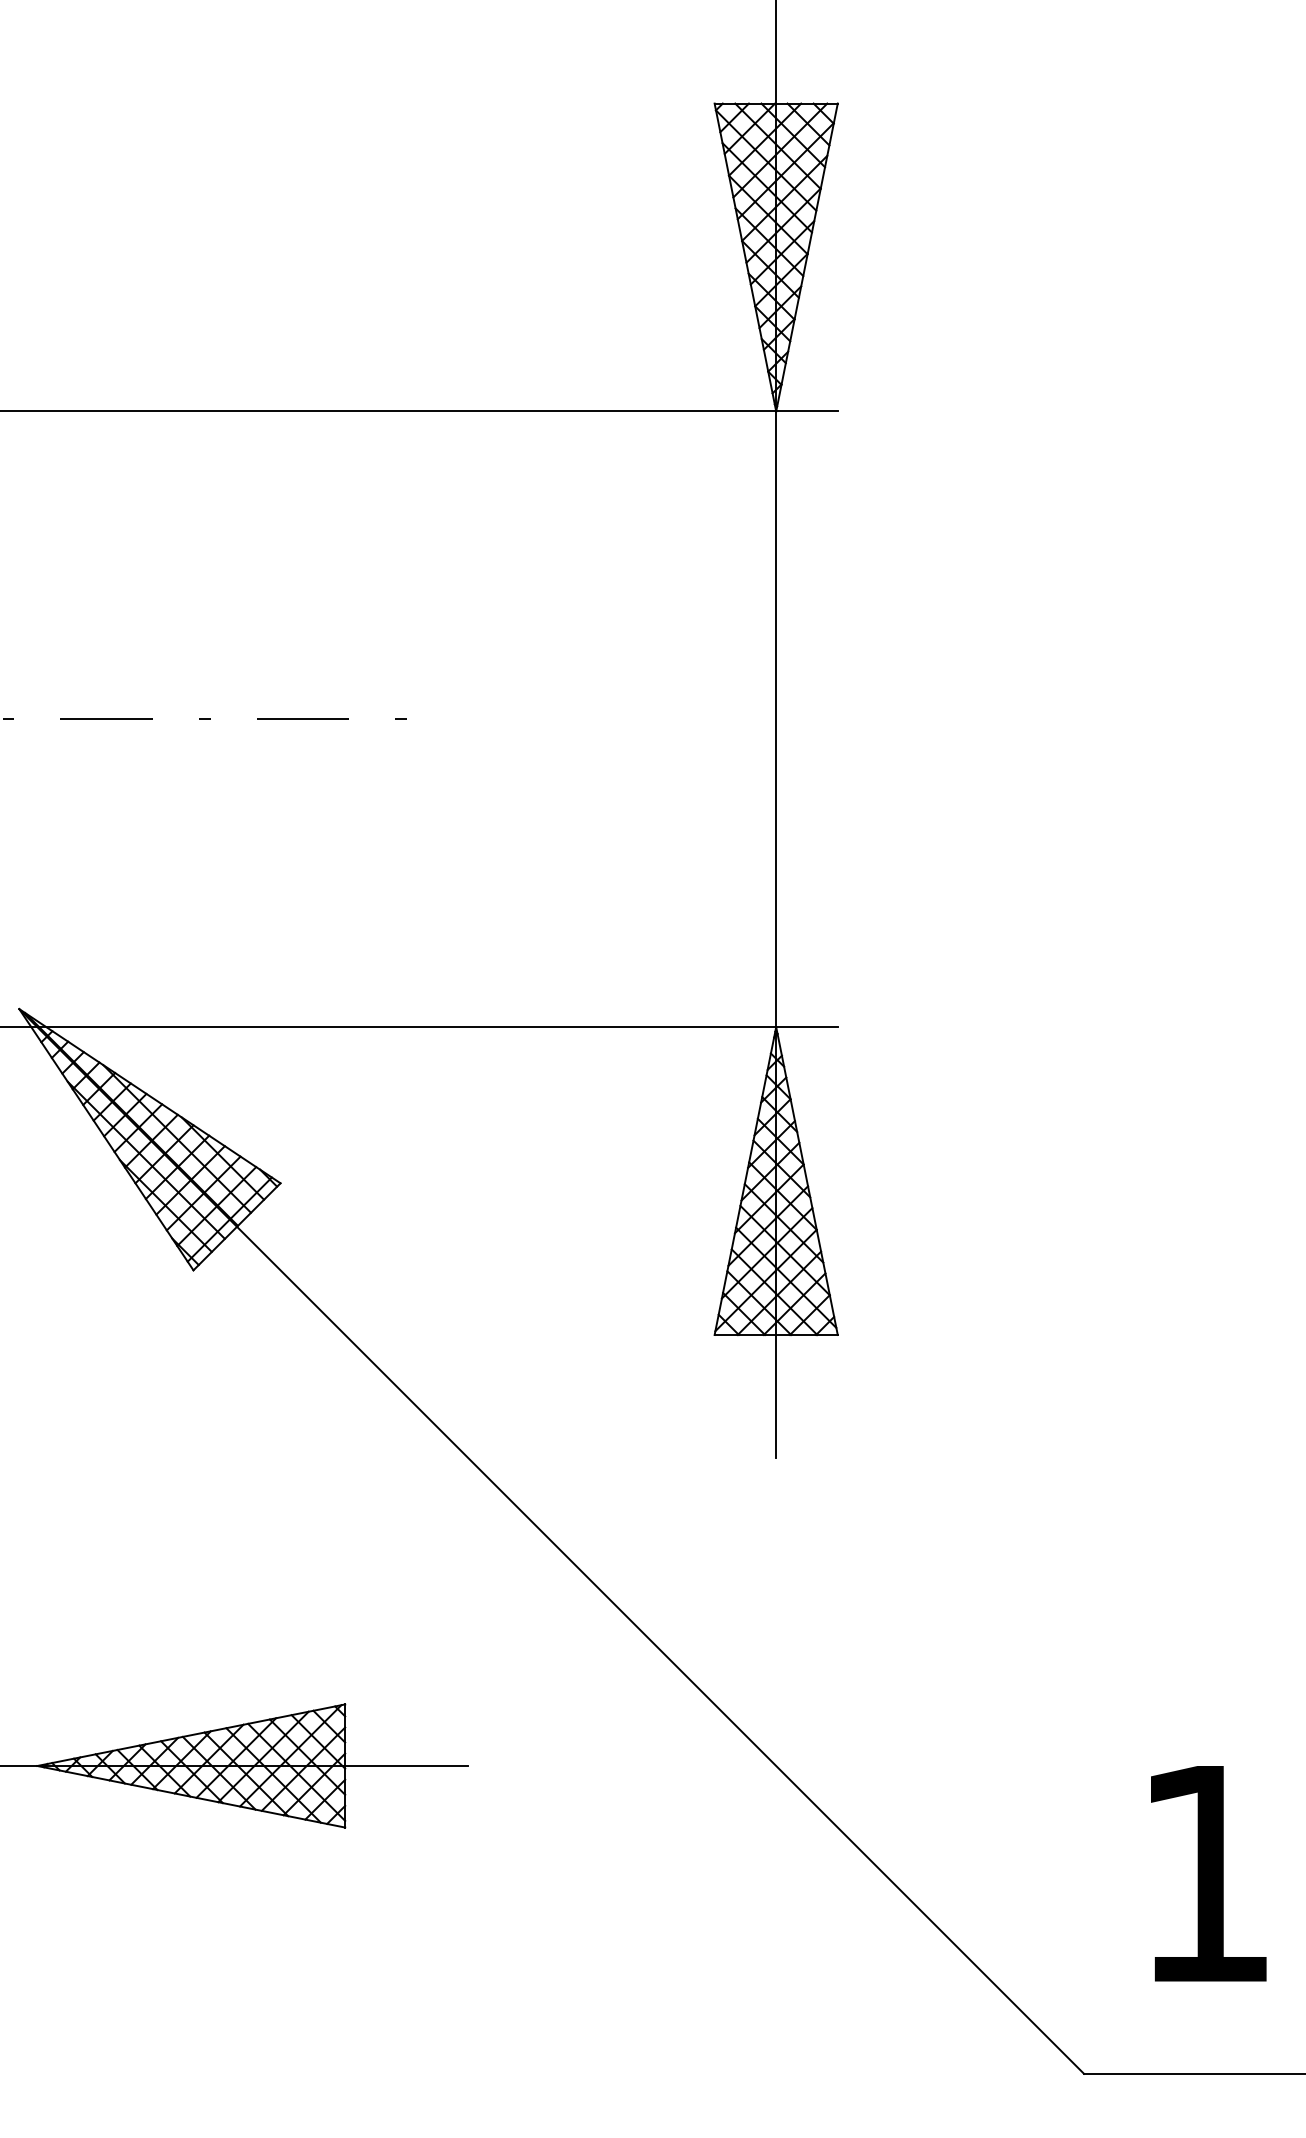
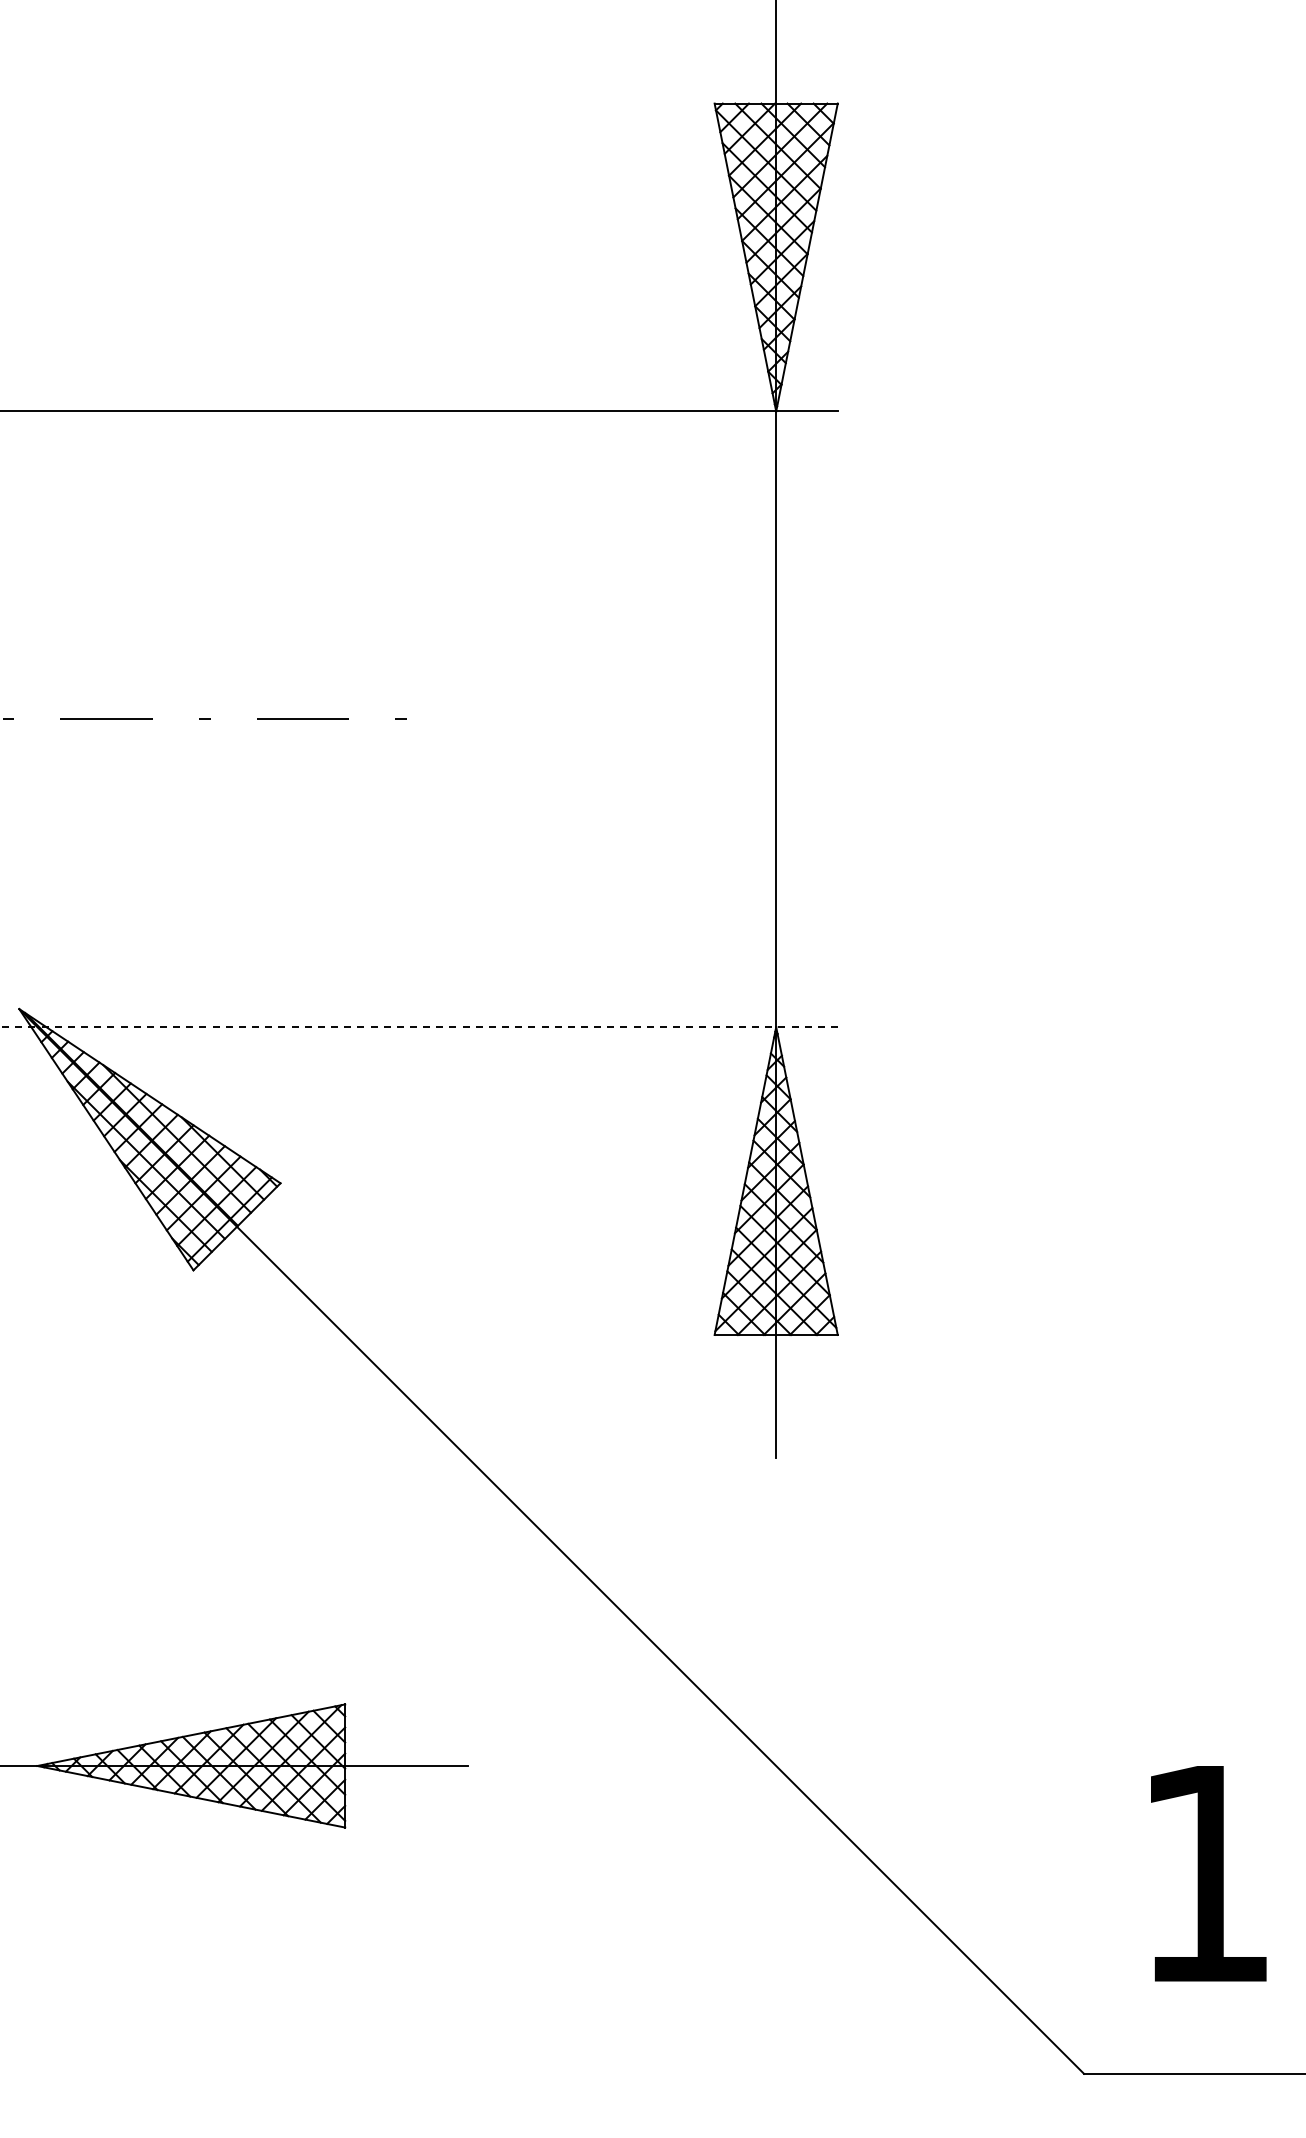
line at (419, 1027): solid -> dashed
